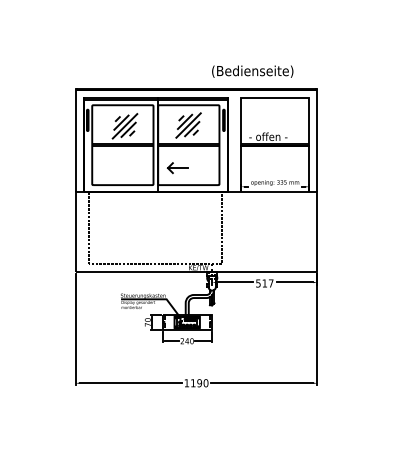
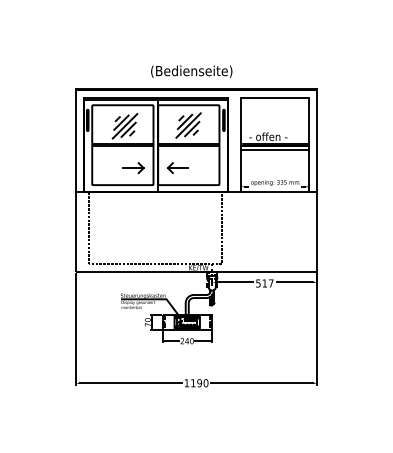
text at (252, 71) position: (252, 71) -> (191, 71)
line at (275, 150): none -> present
part at (133, 168): none -> present
